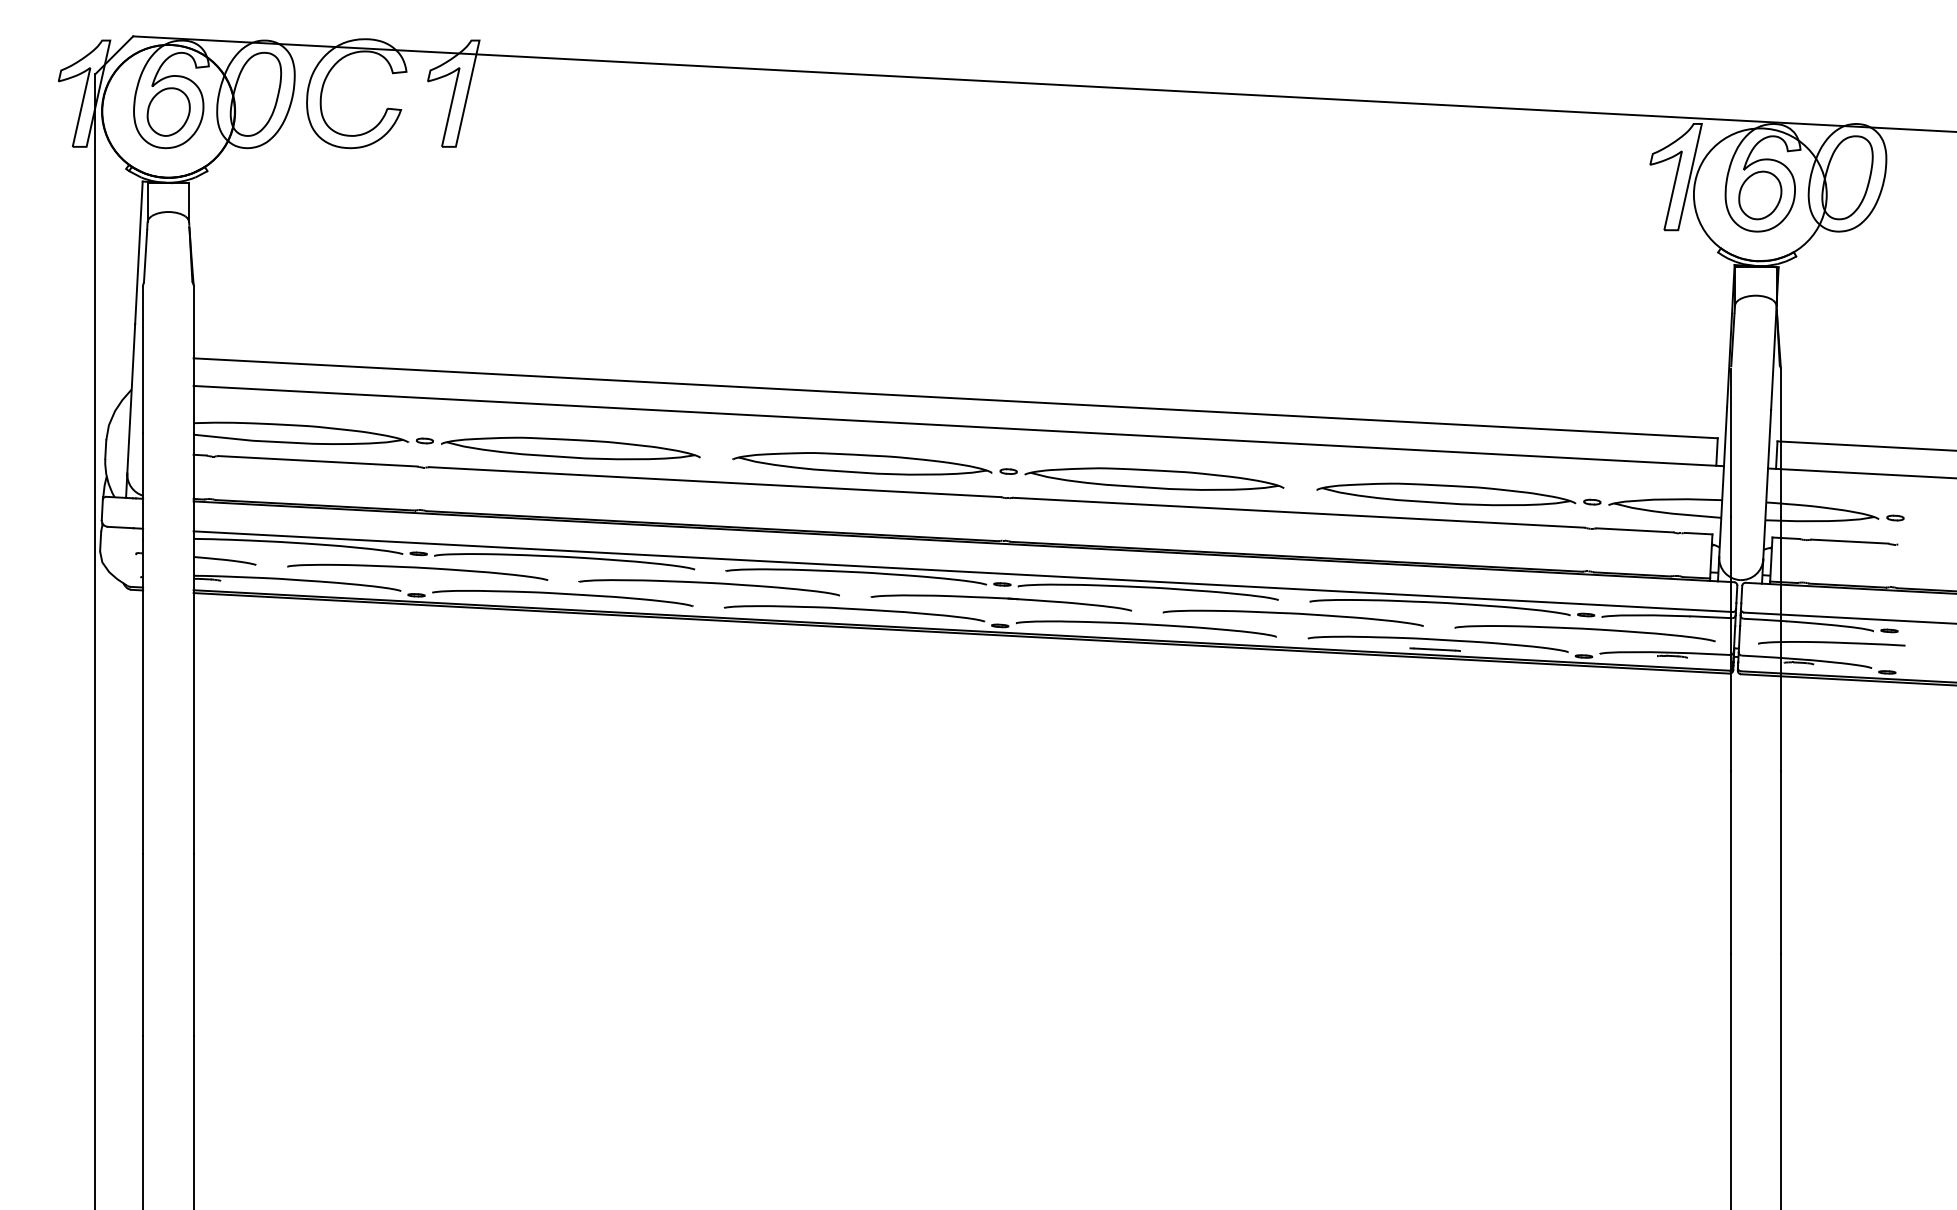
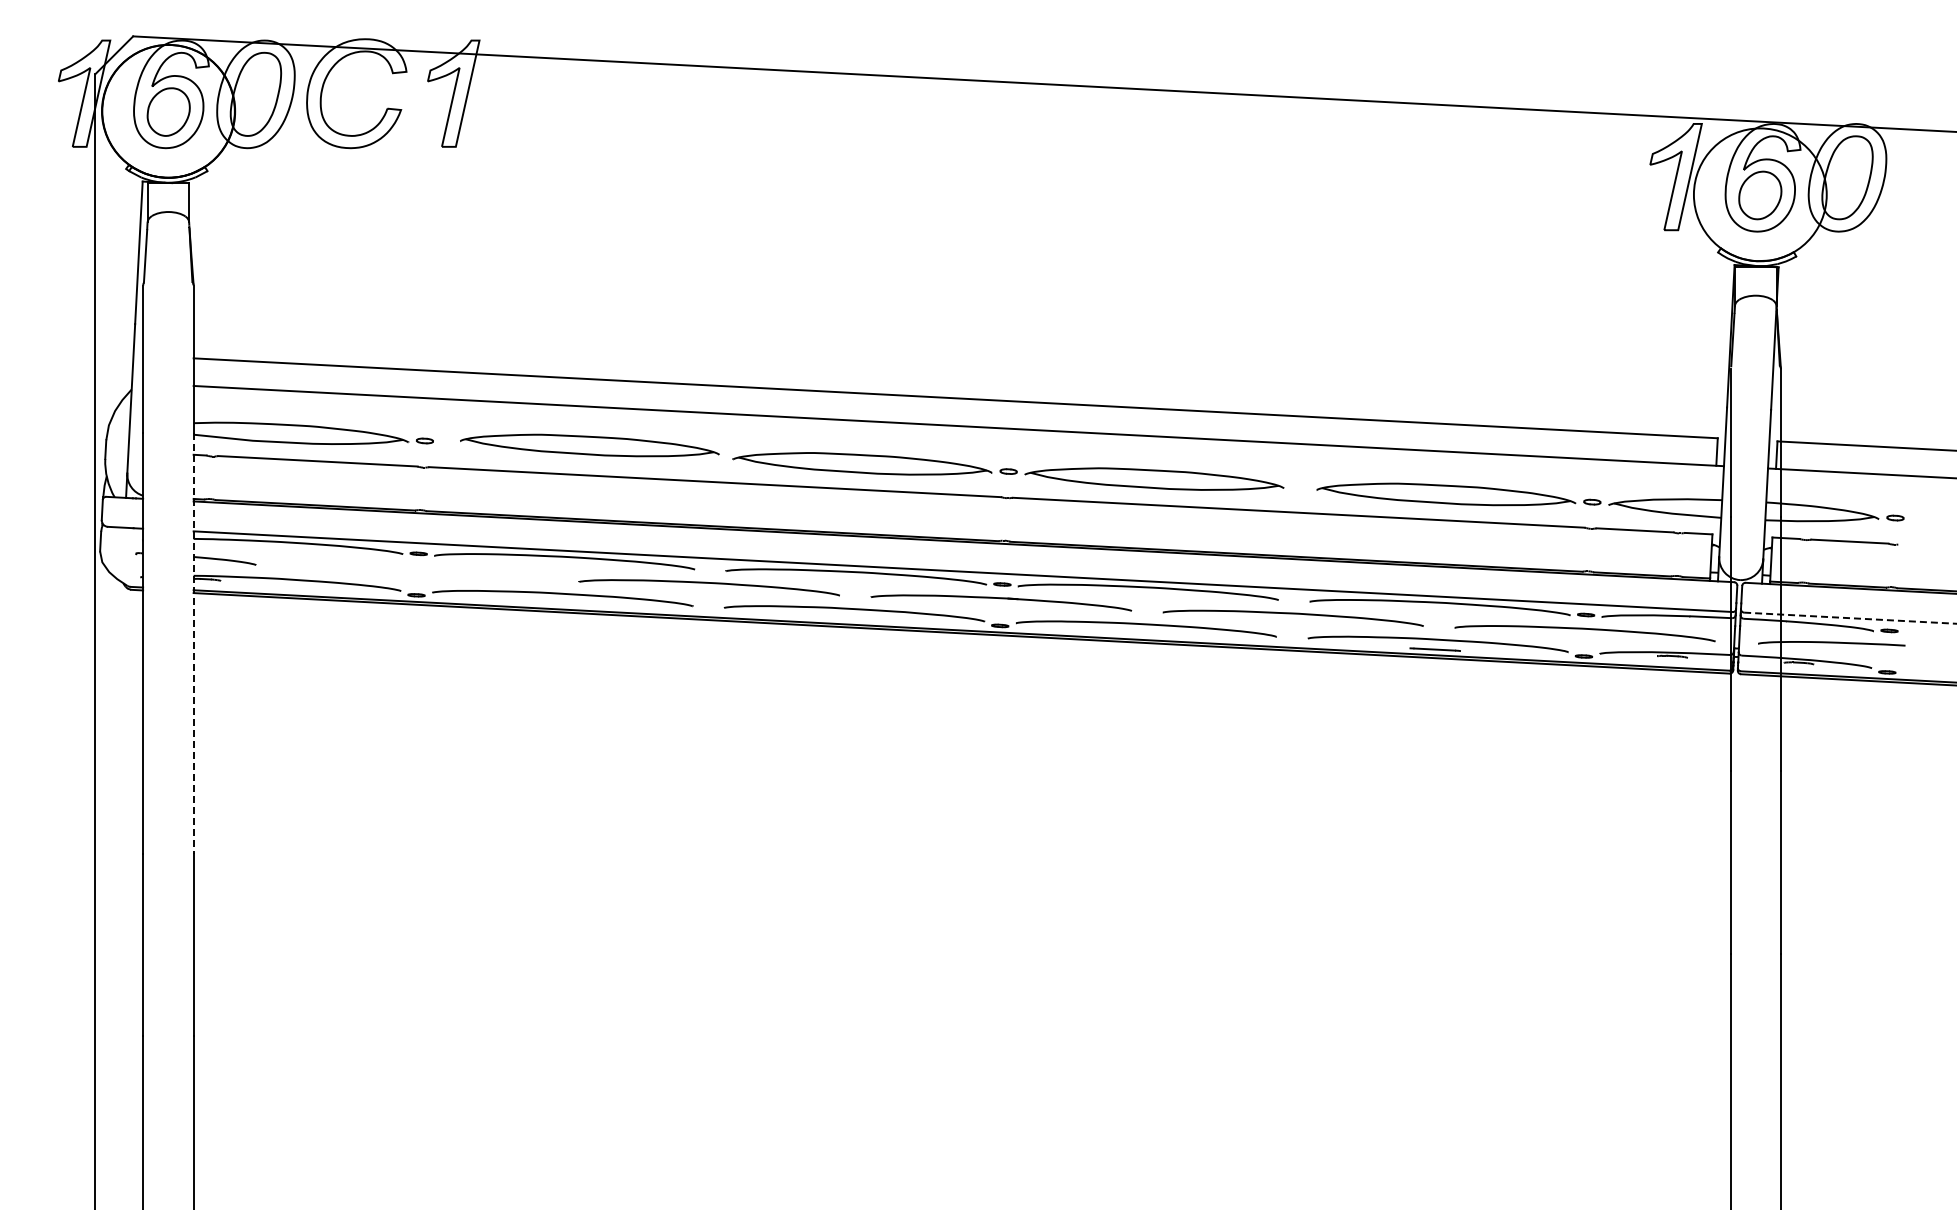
part at (570, 448) position: (570, 448) -> (589, 445)
curve at (417, 568): present -> none
line at (1850, 618): solid -> dashed
line at (193, 643): solid -> dashed
